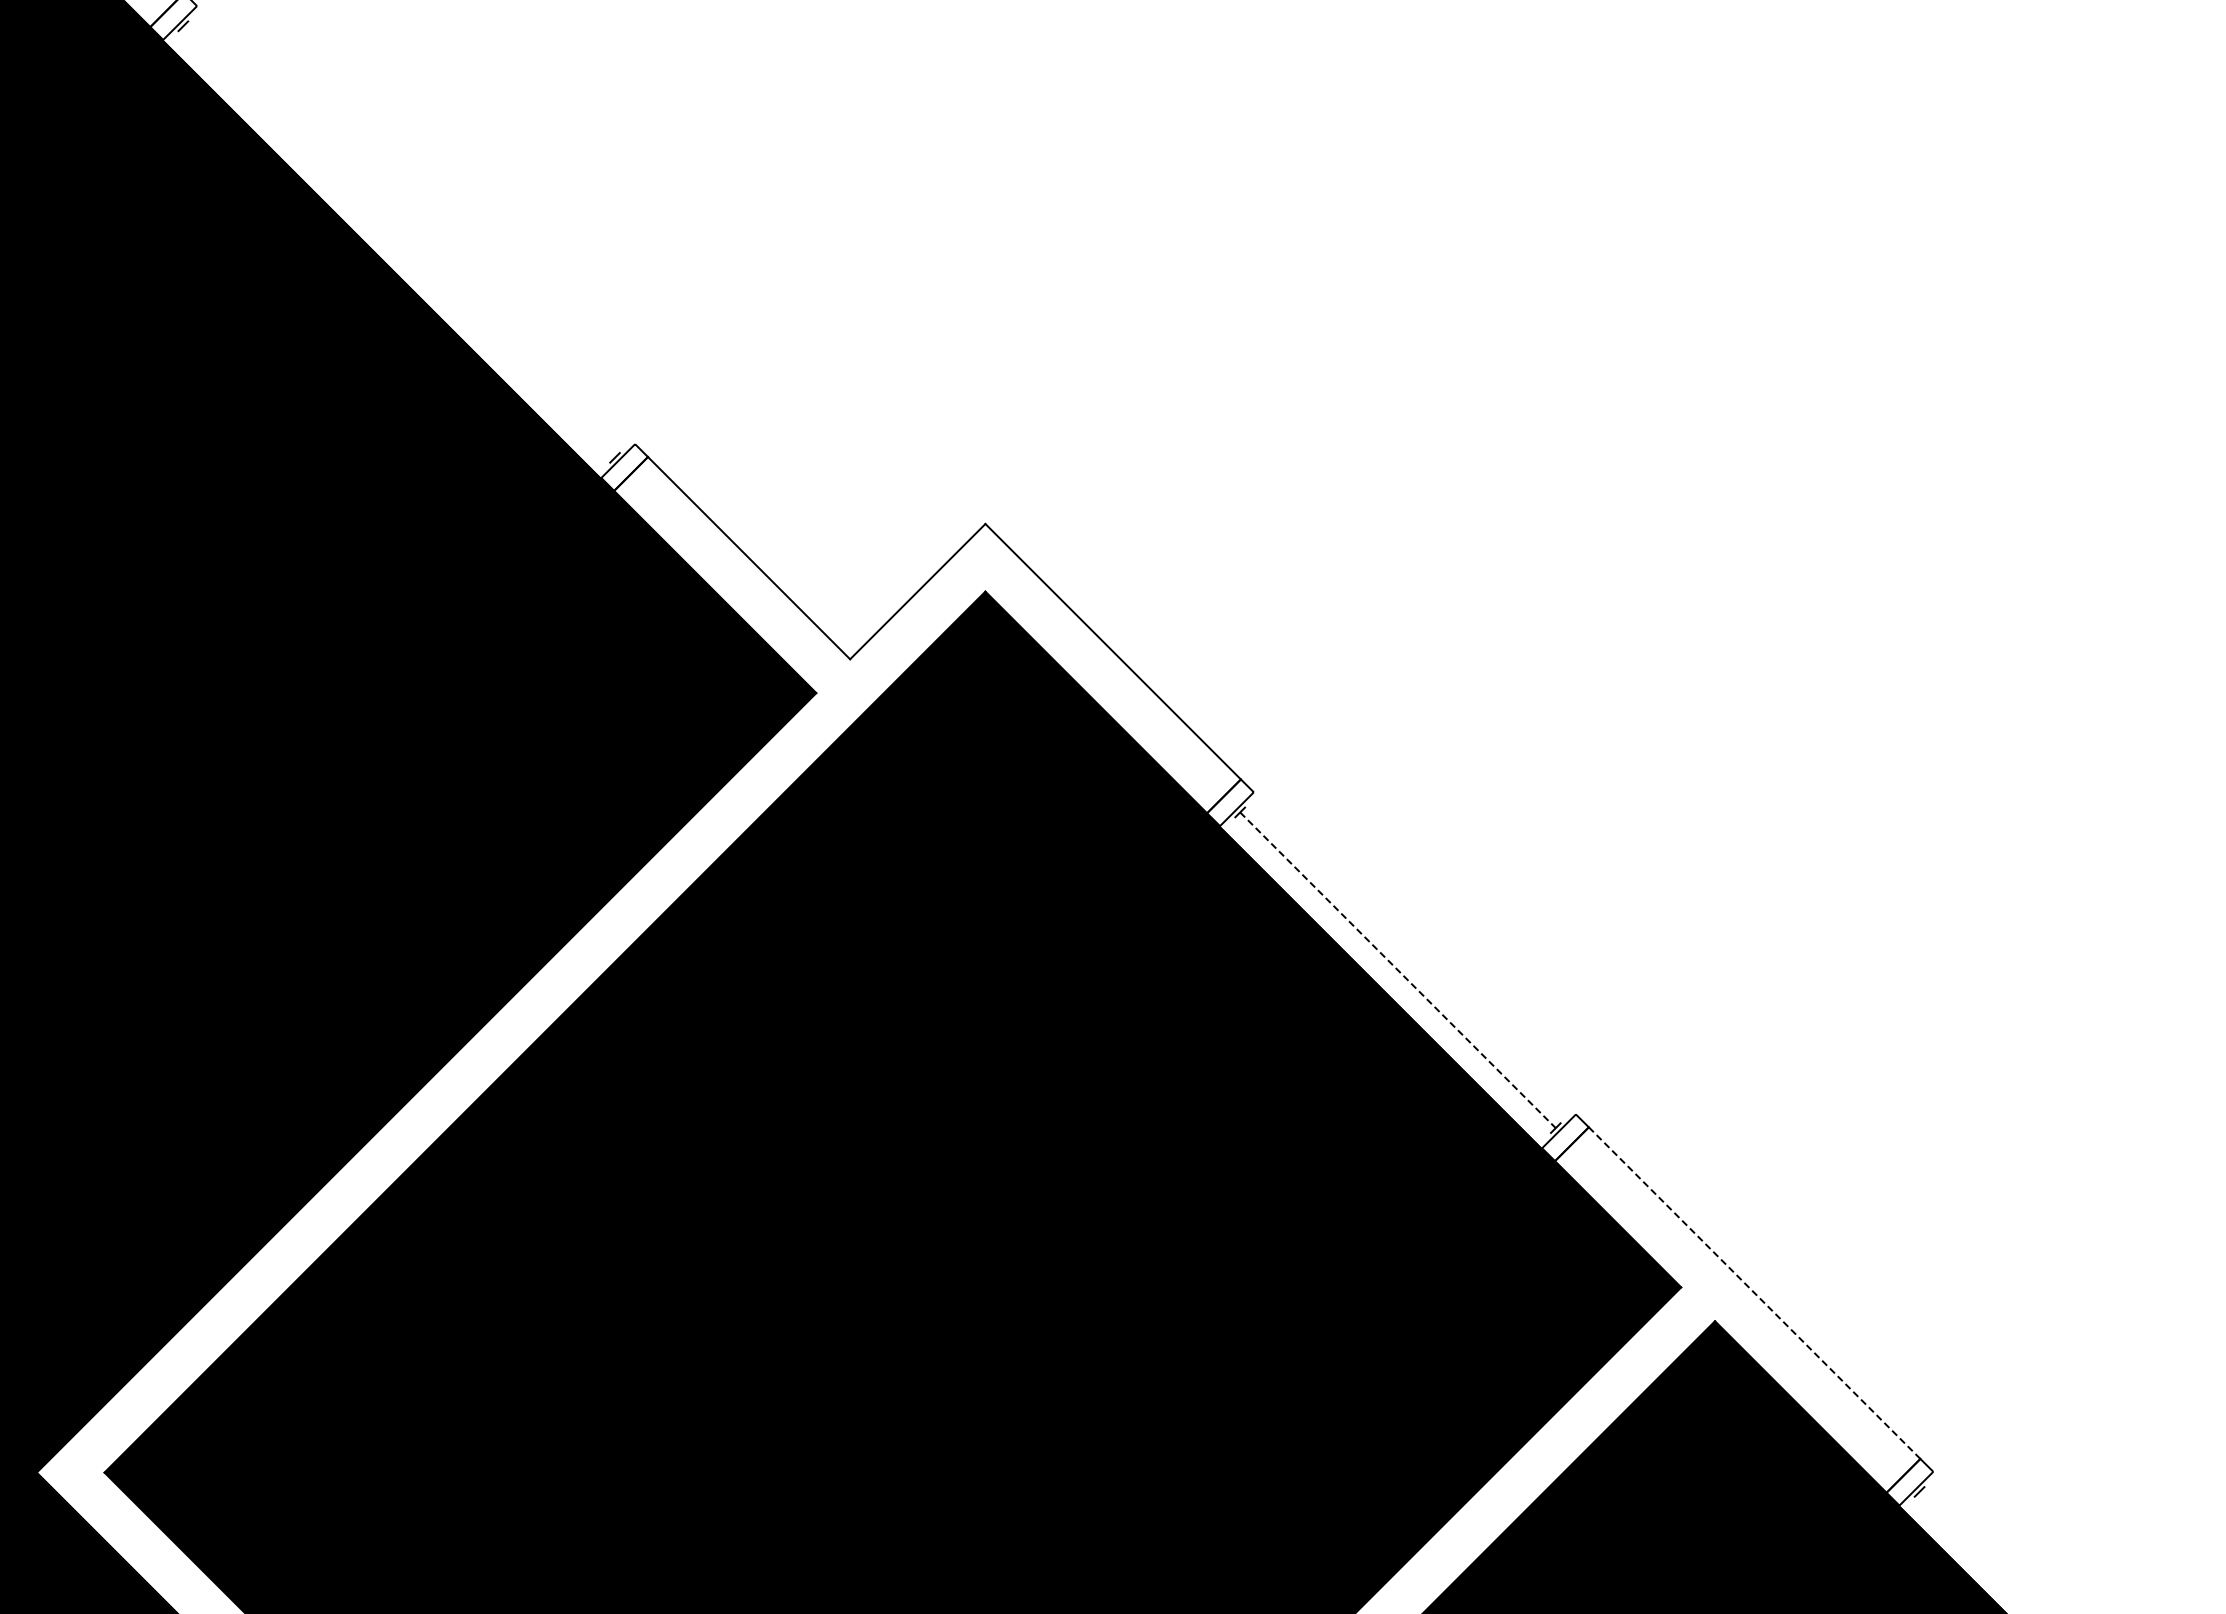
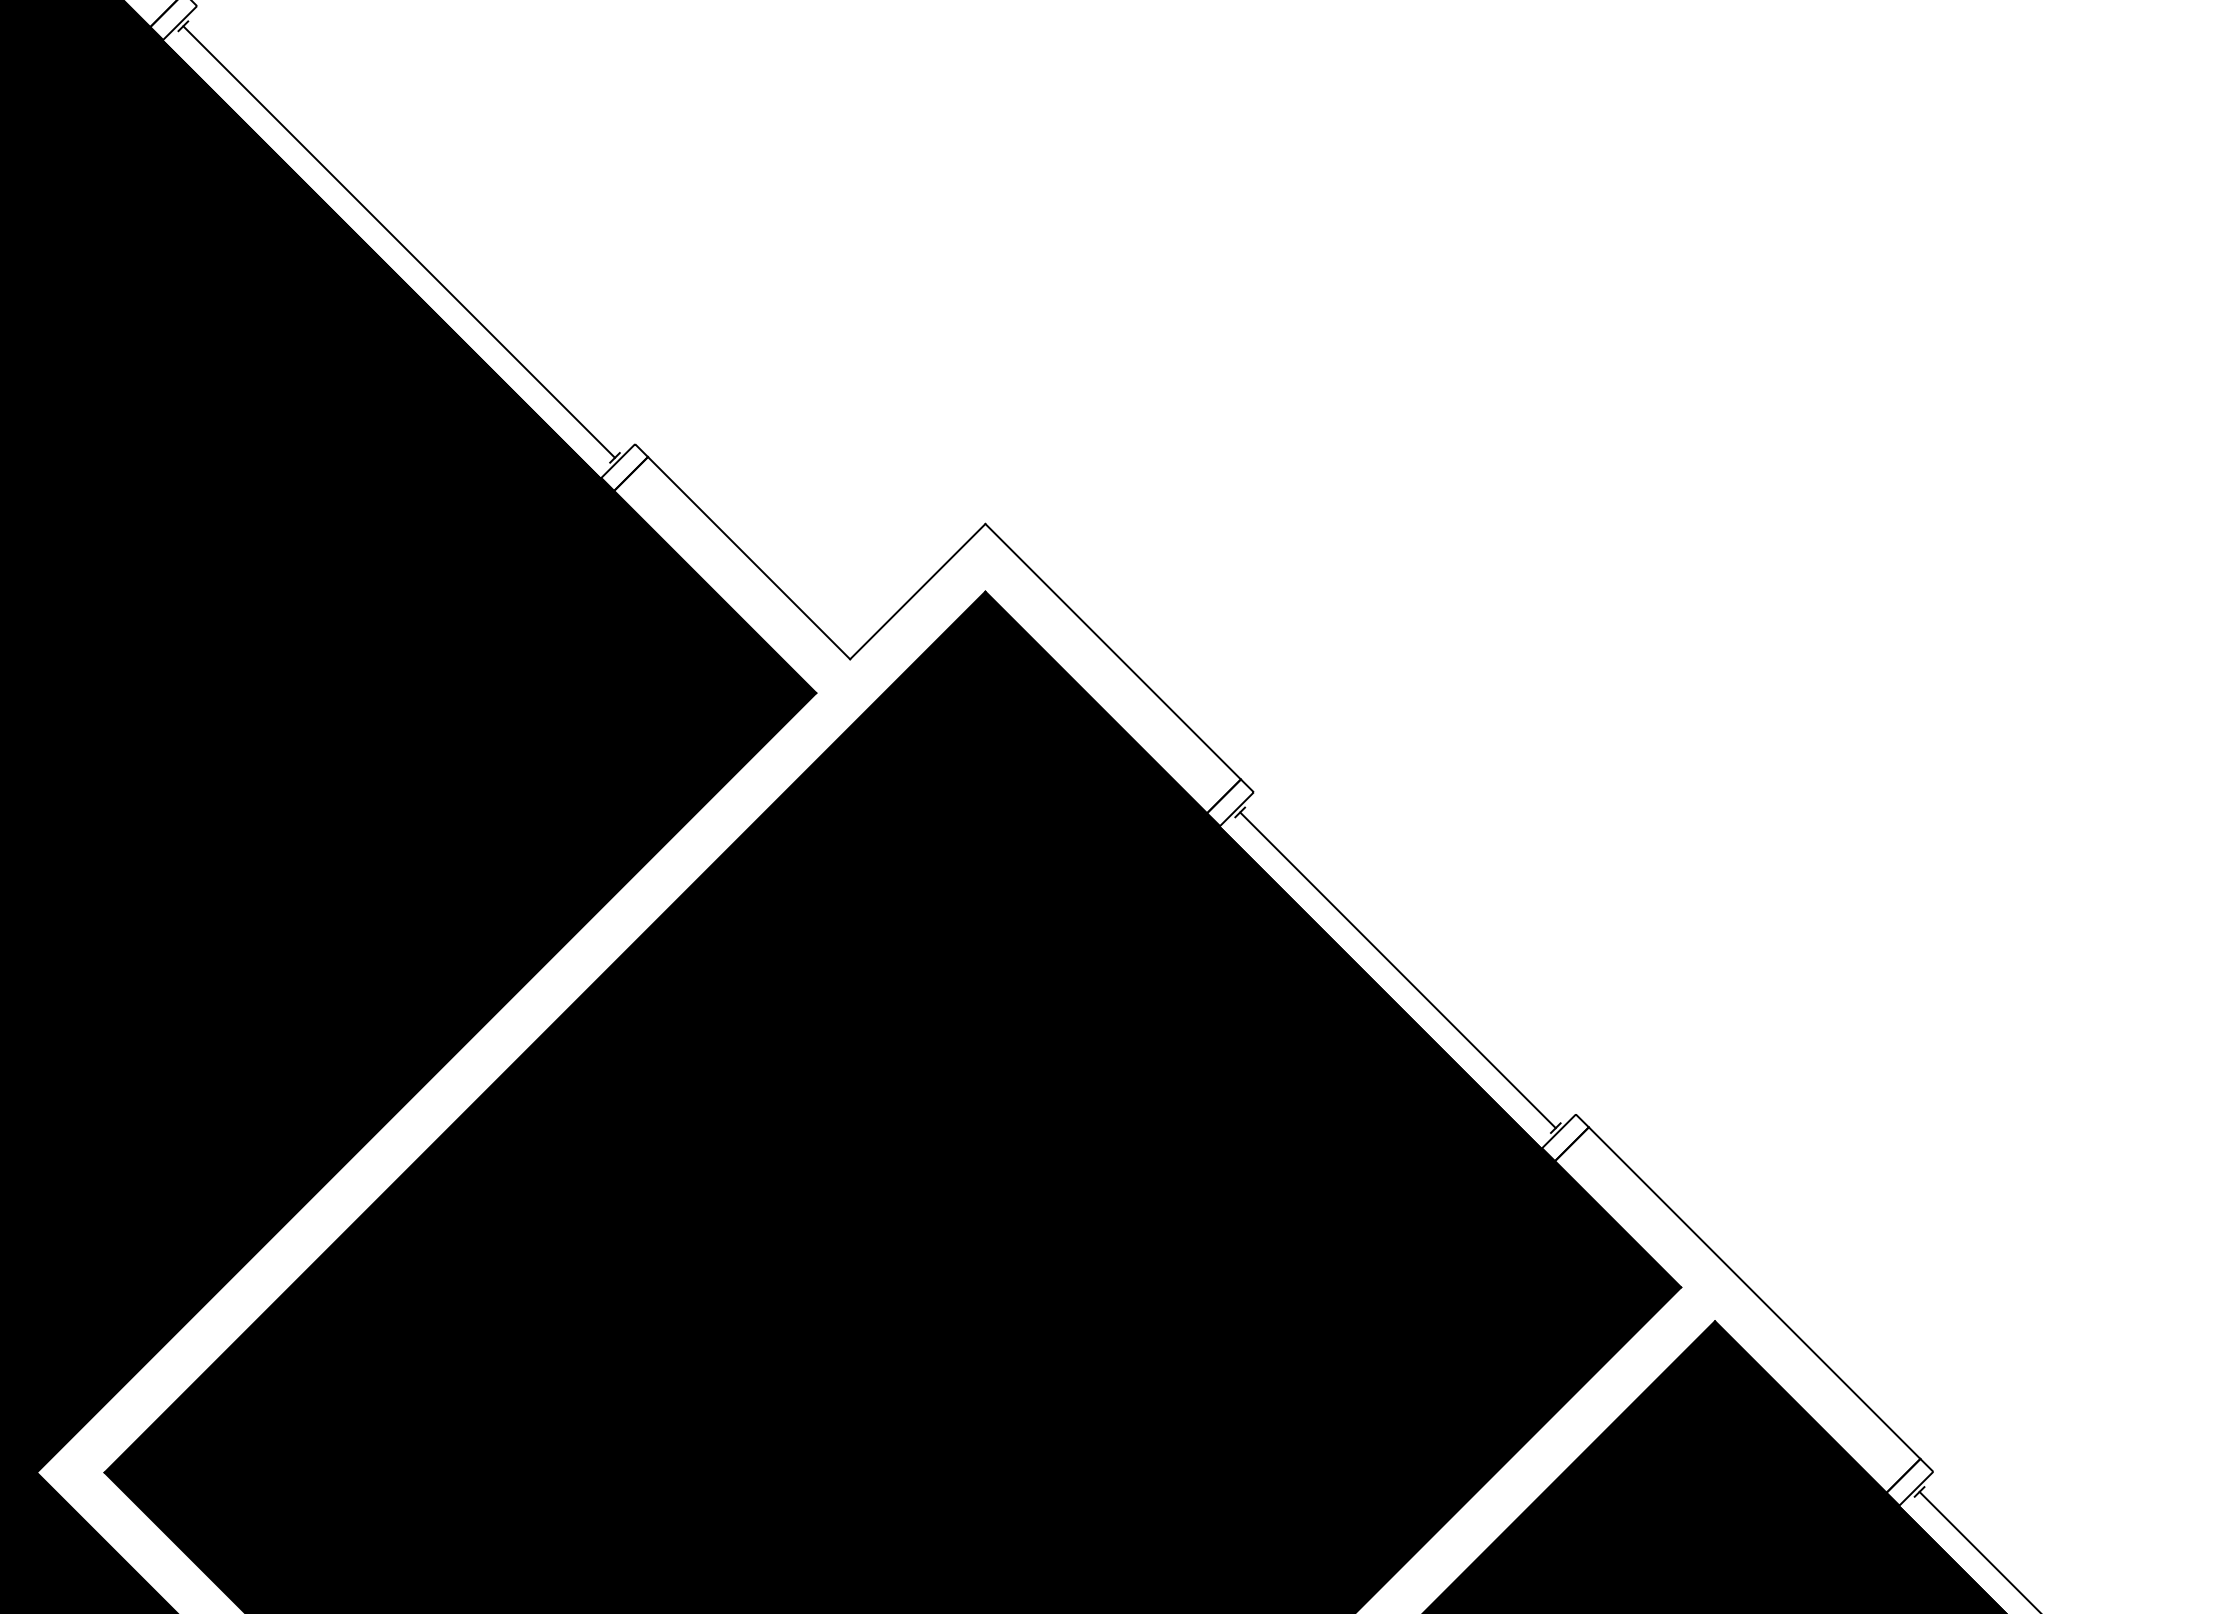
line at (399, 241): none -> present
line at (1398, 970): dashed -> solid
line at (1754, 1293): dashed -> solid
line at (1978, 1550): none -> present
